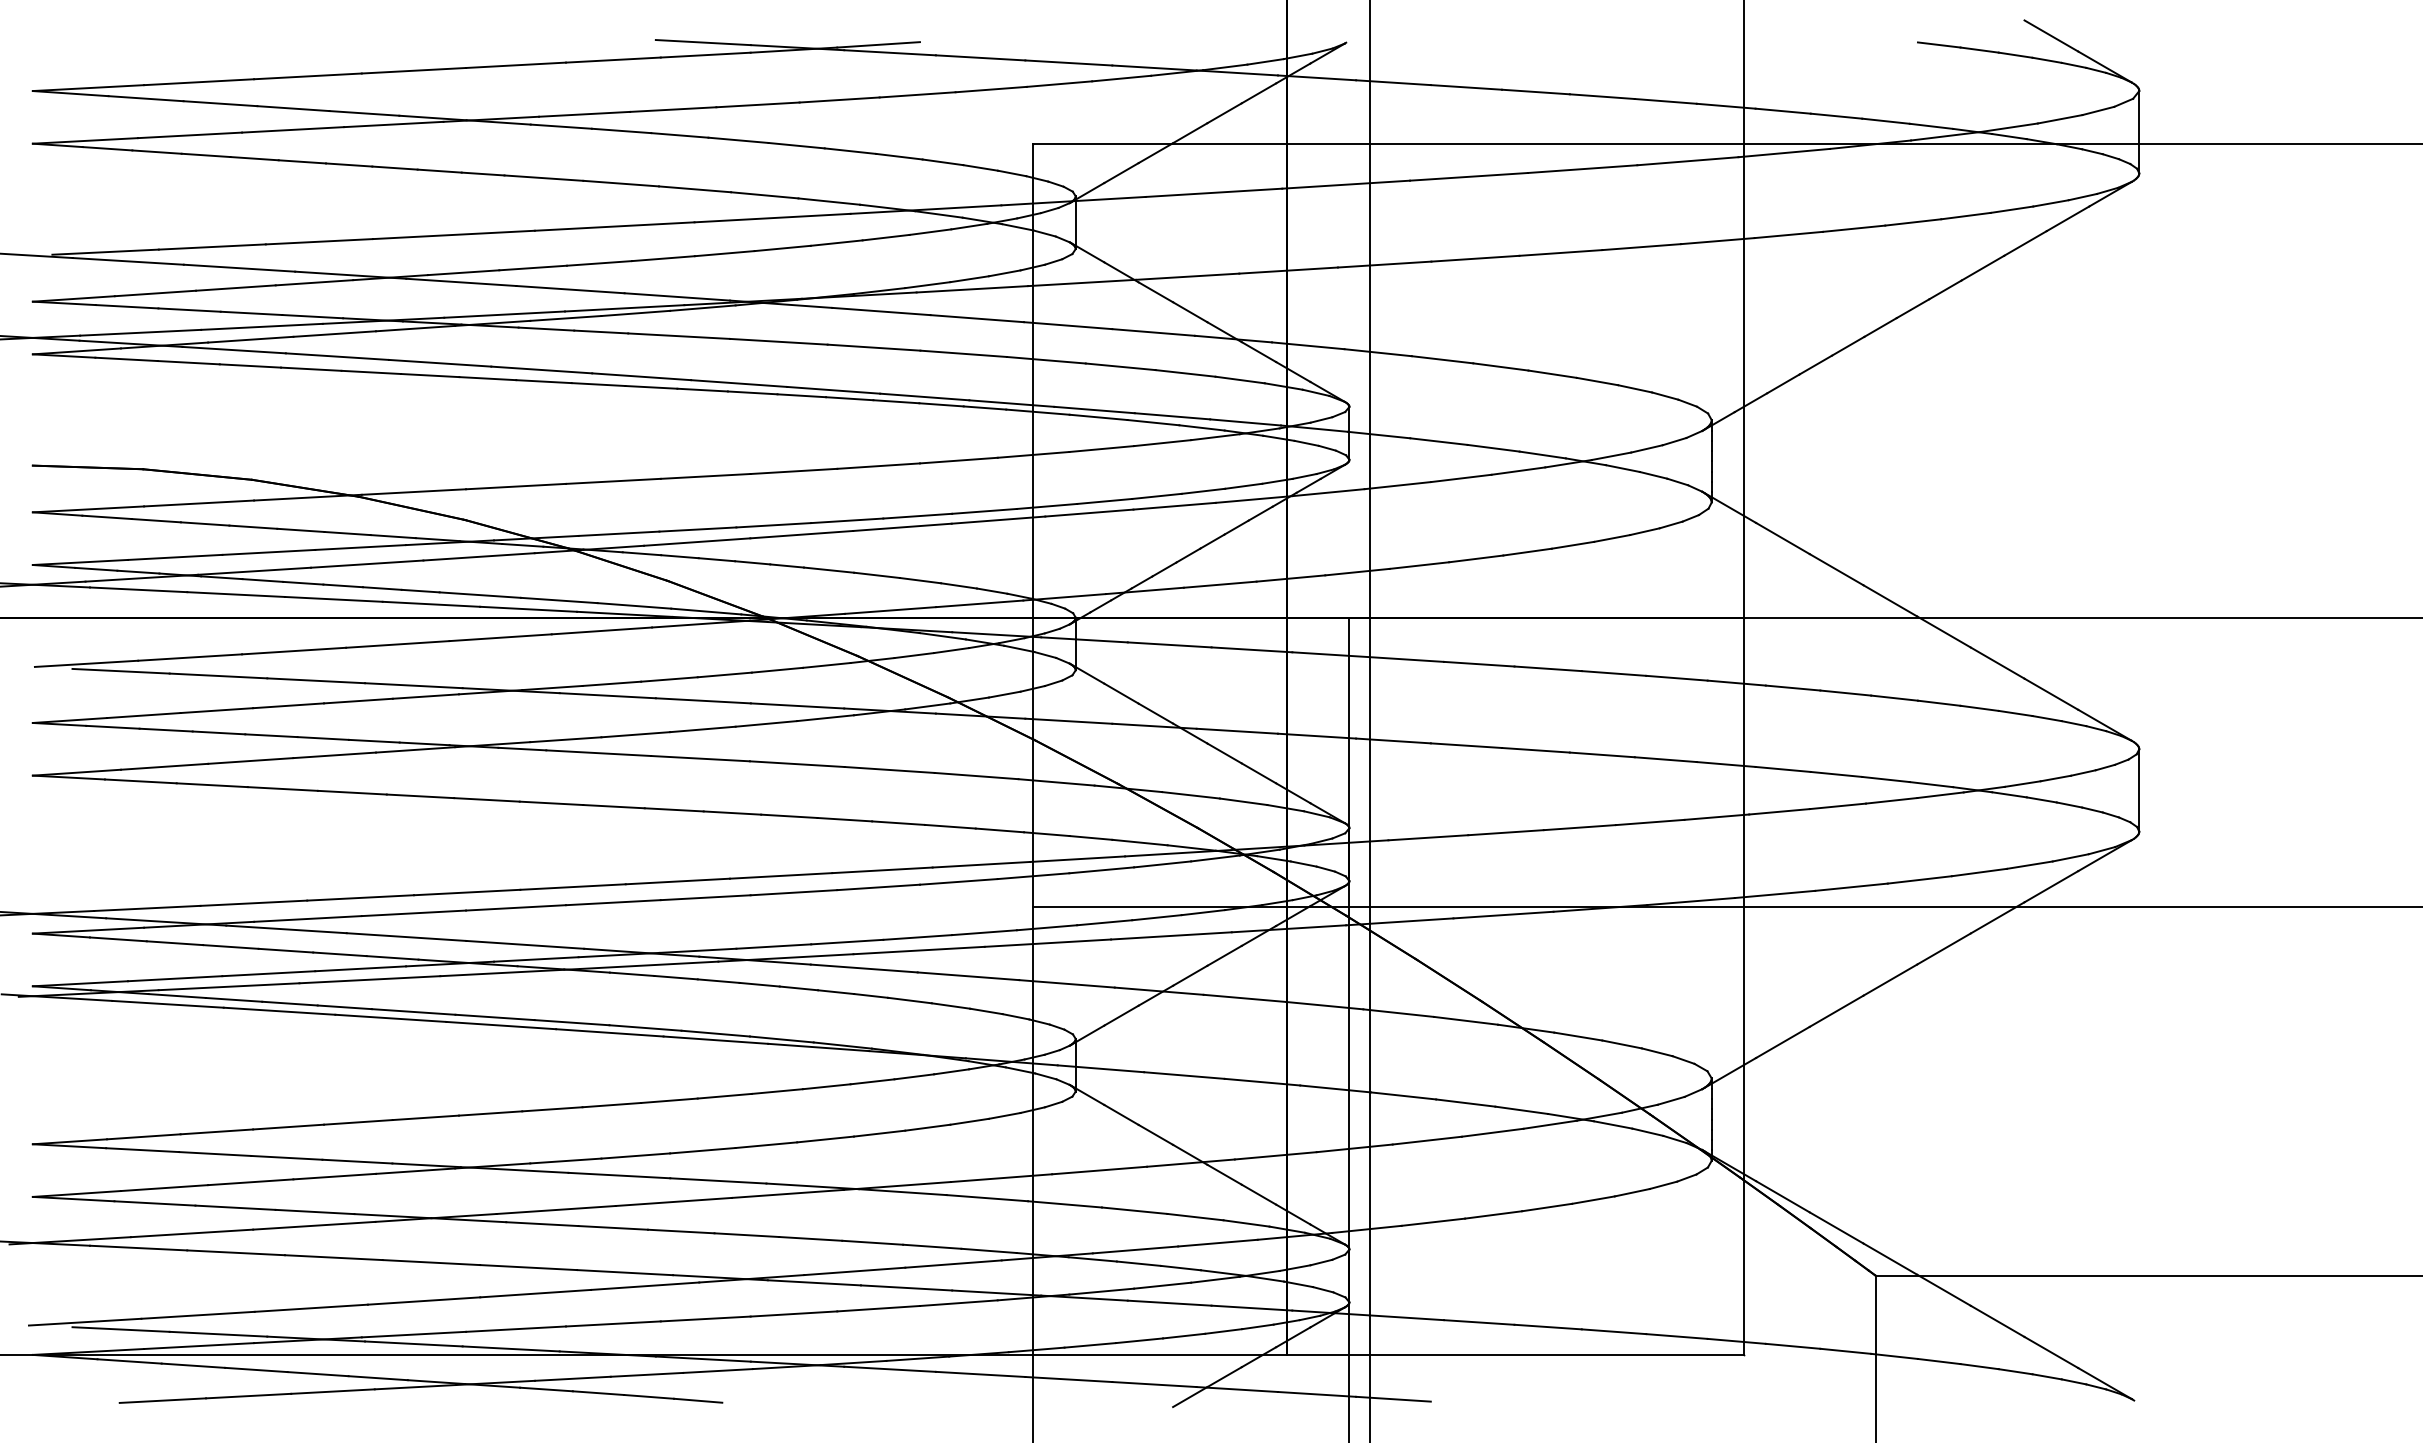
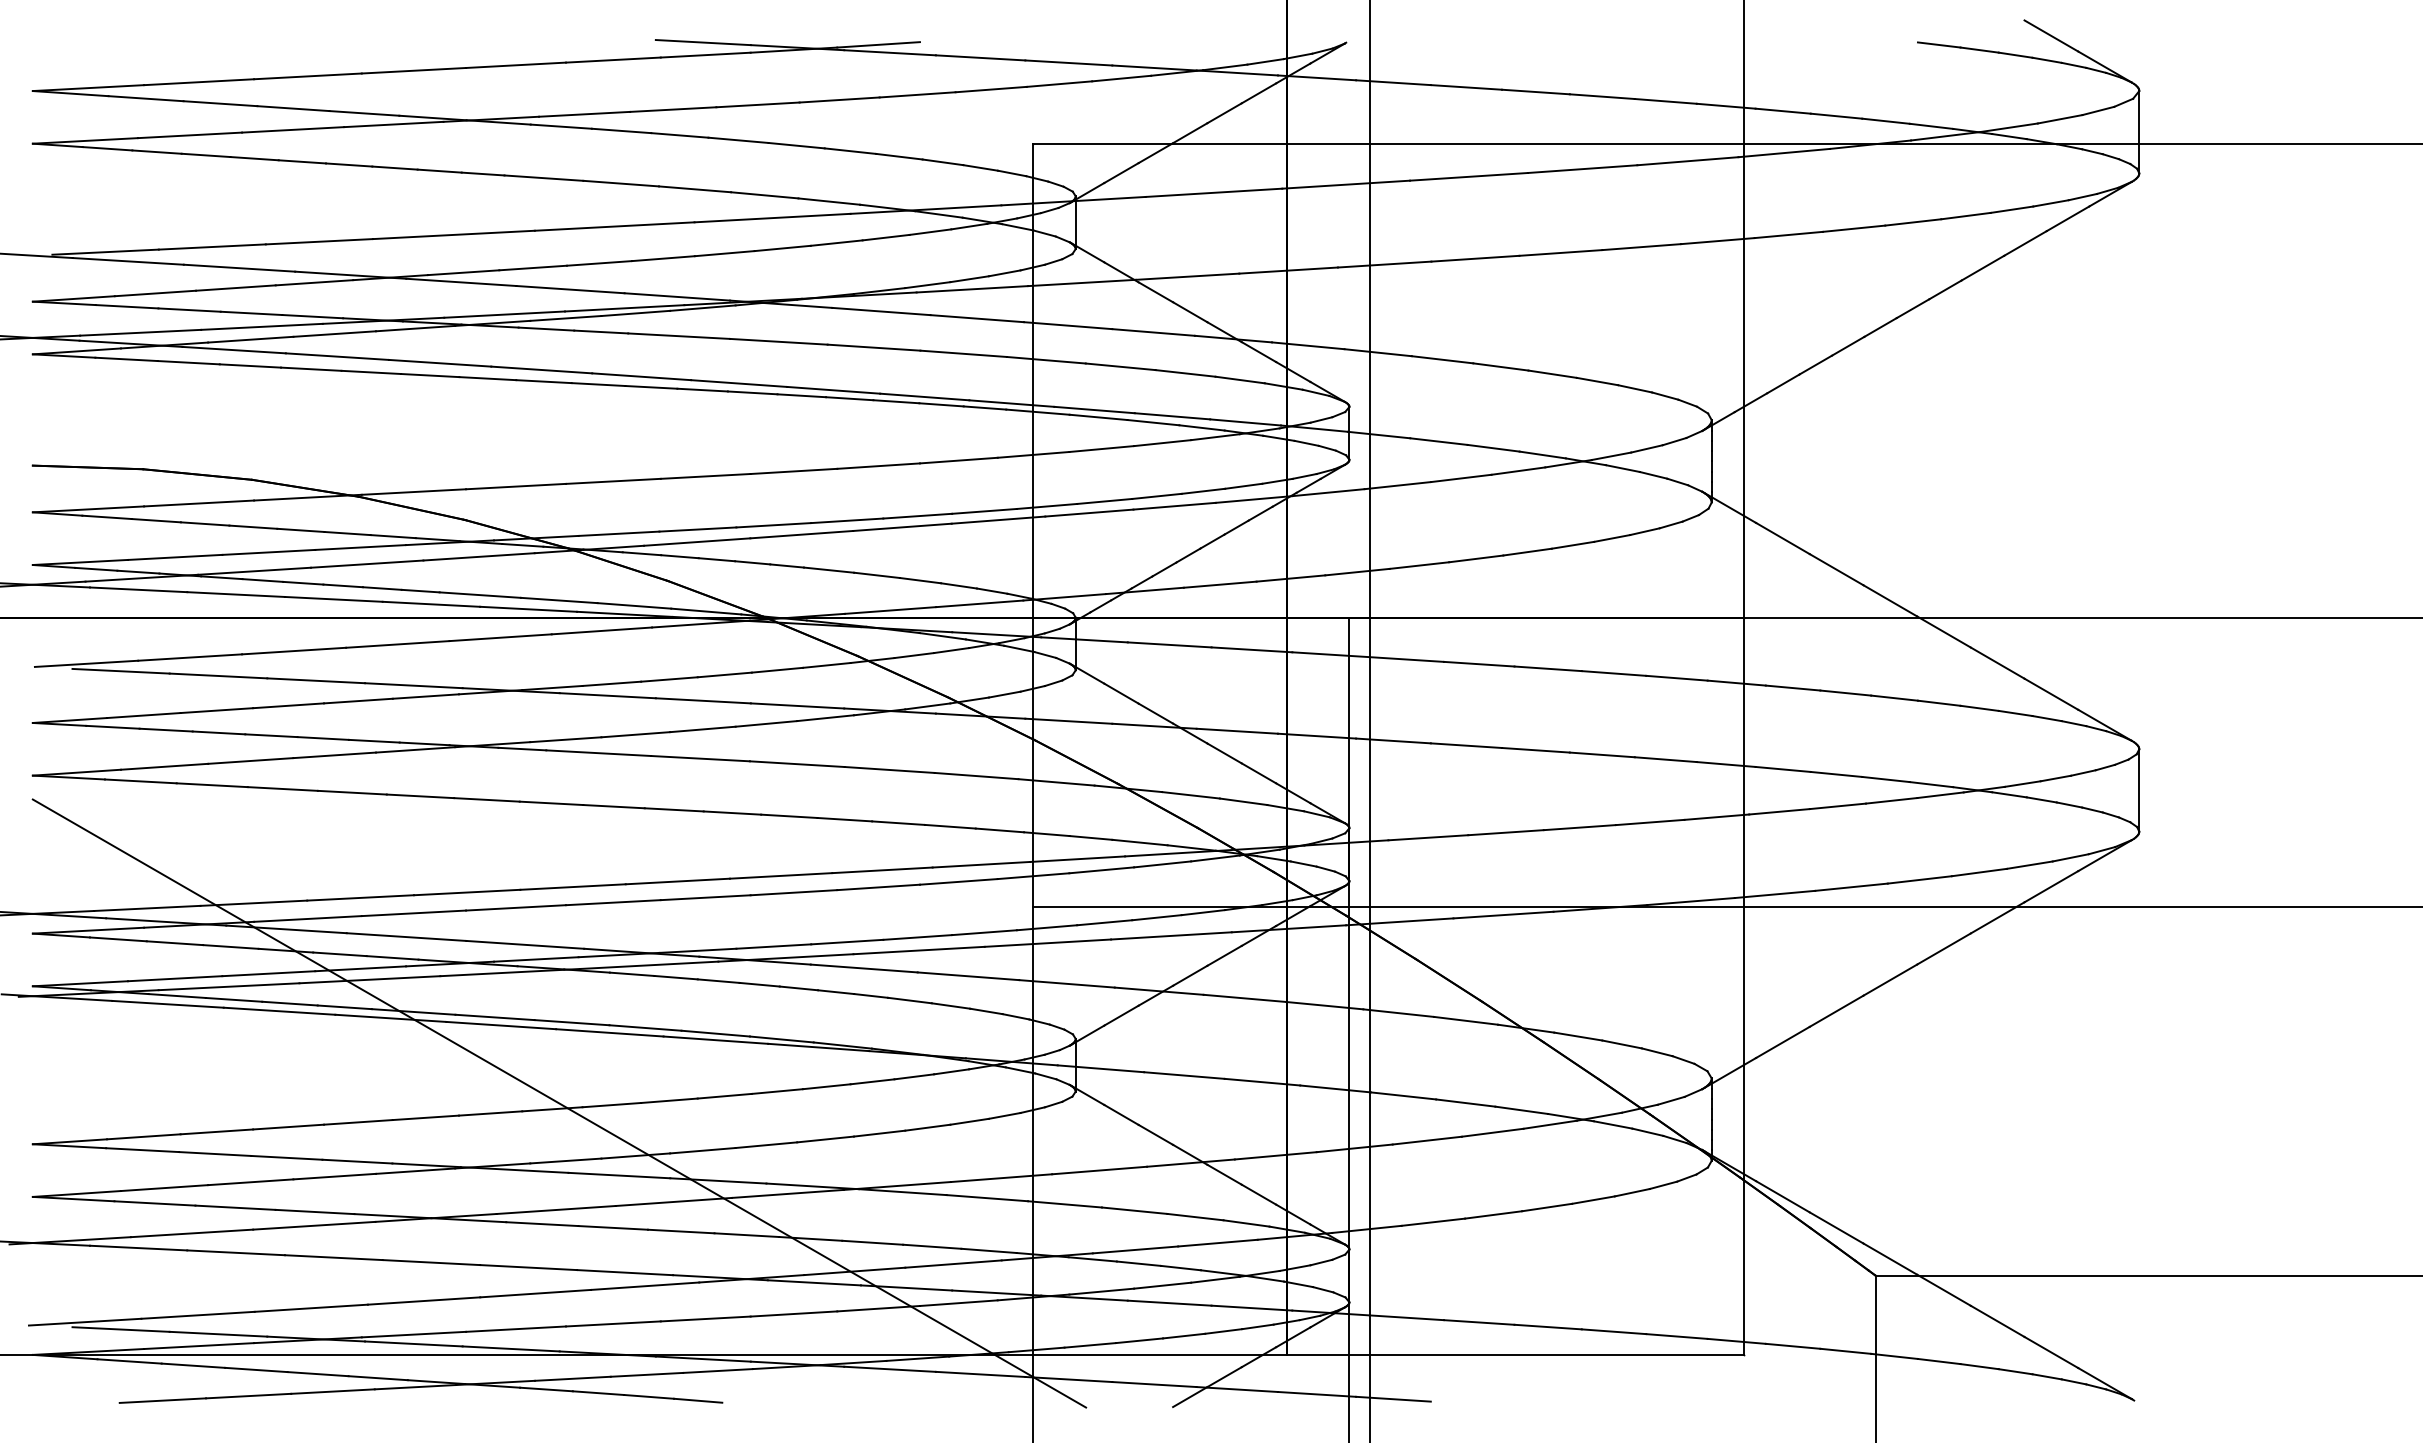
line at (559, 1103): none -> present
